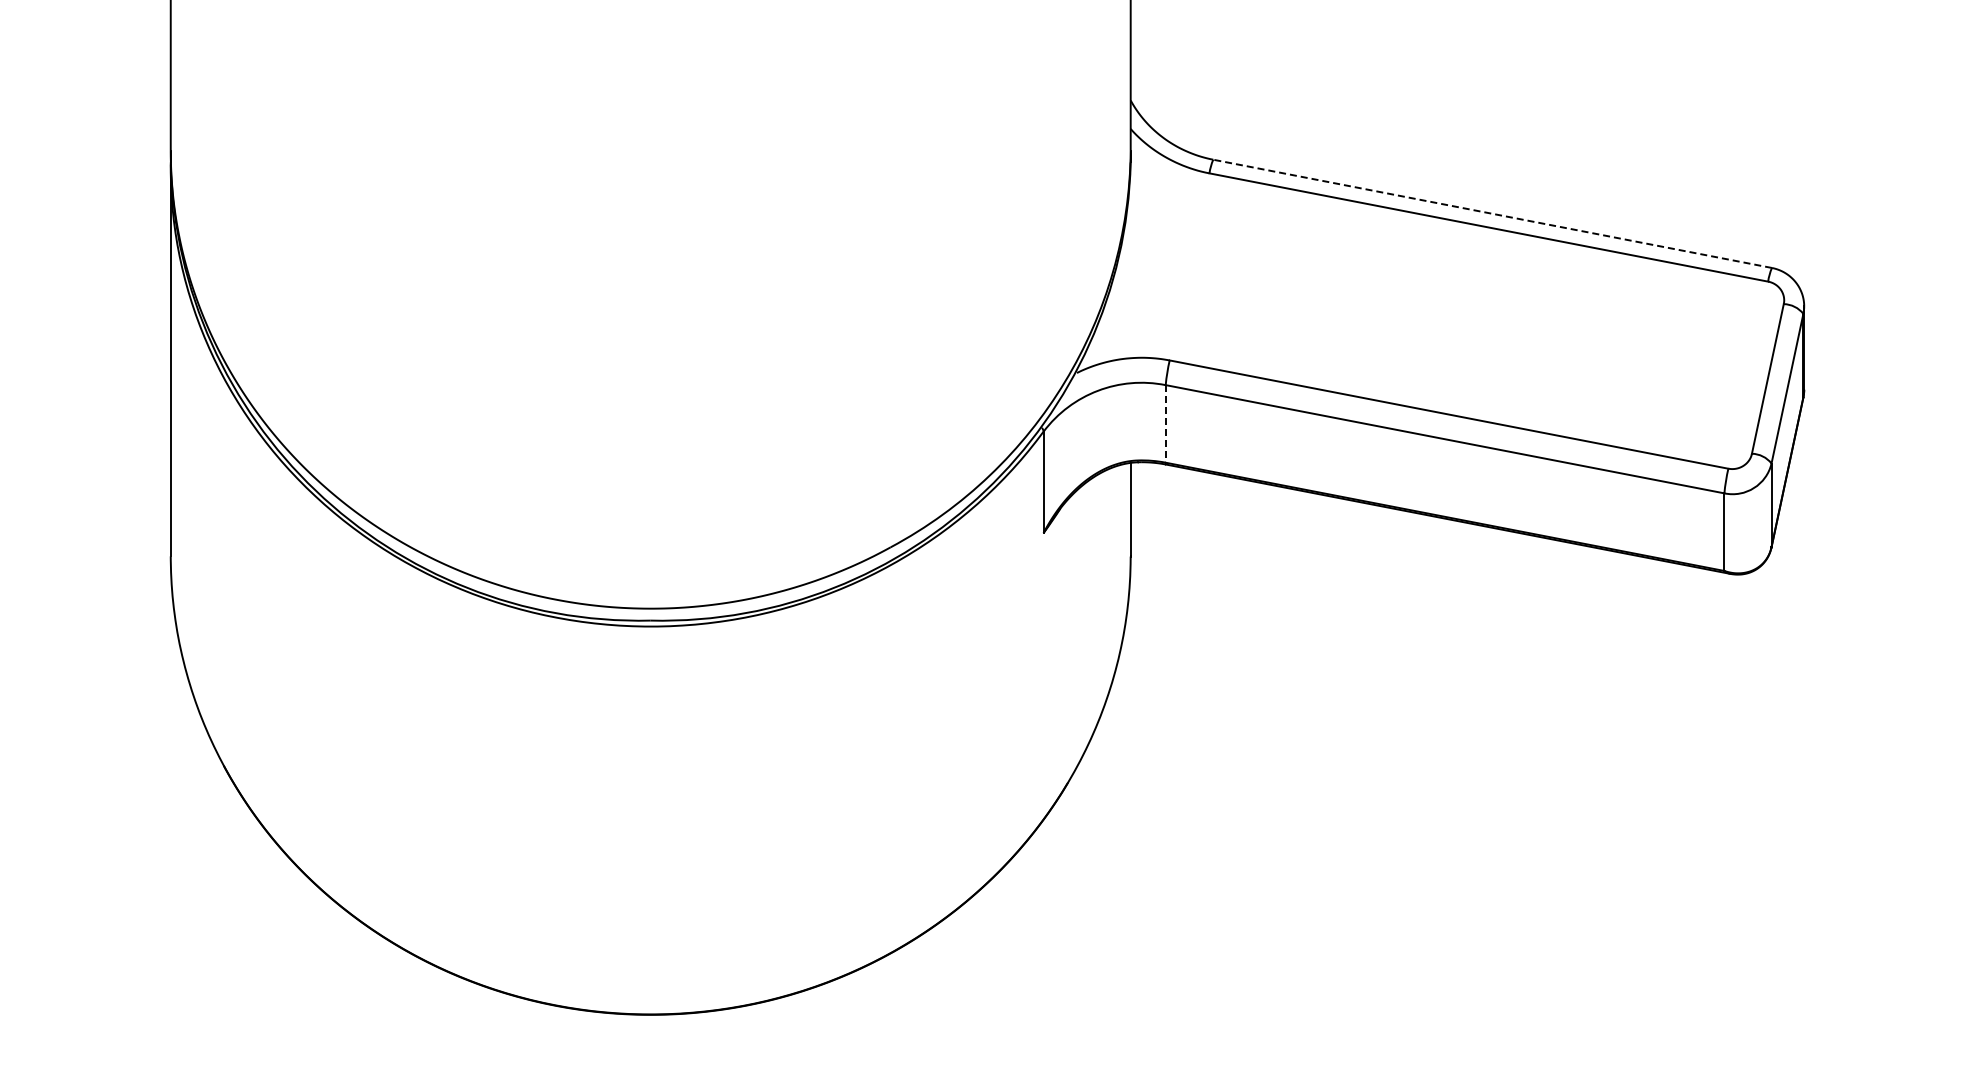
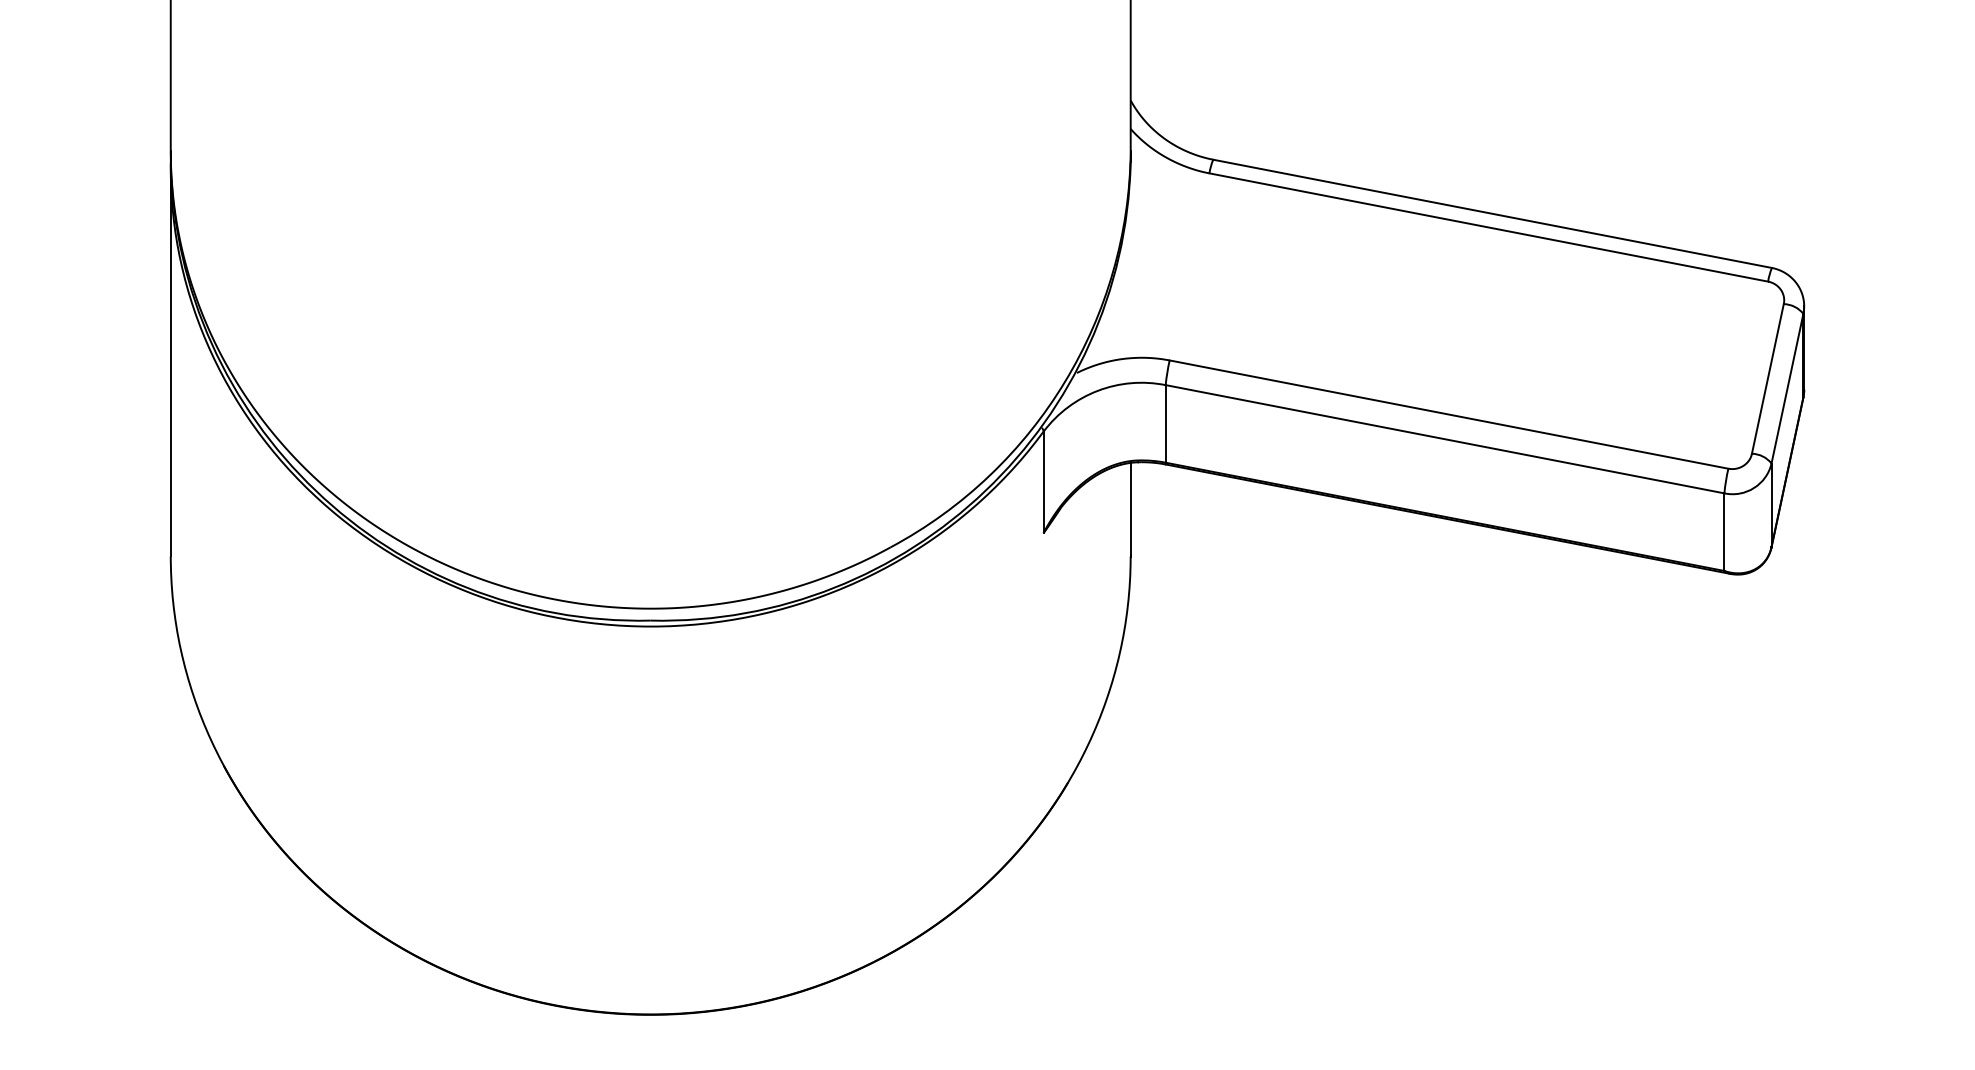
line at (1492, 213): dashed -> solid
line at (1165, 423): dashed -> solid
